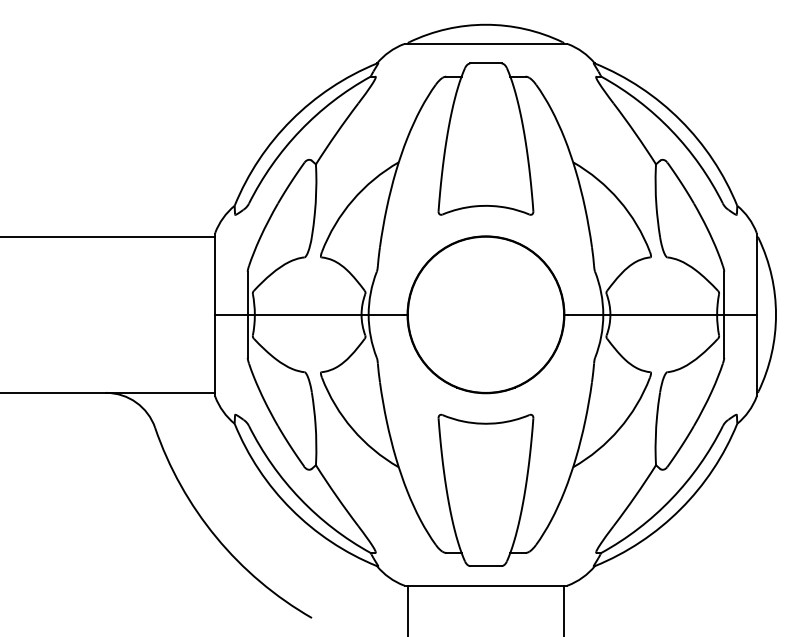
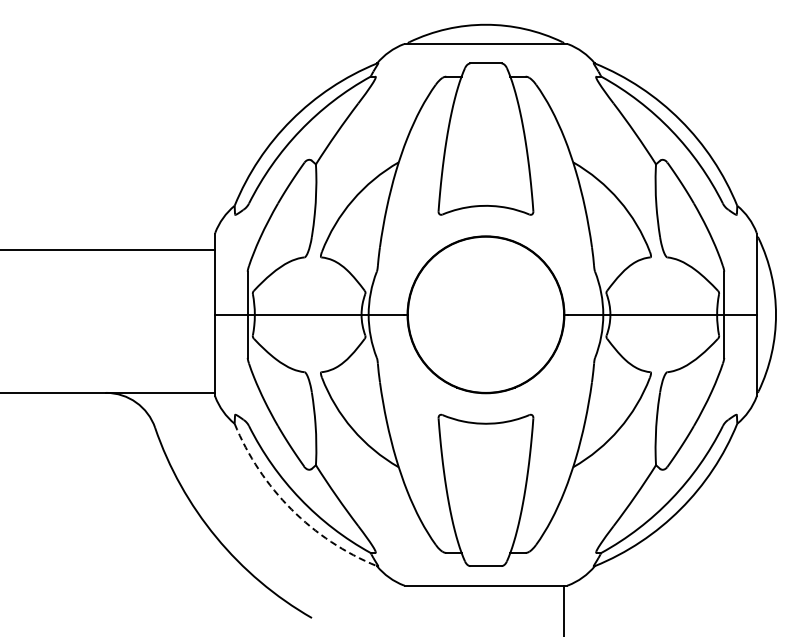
line at (108, 236) position: (108, 236) -> (108, 249)
arc at (291, 509): solid -> dashed
line at (407, 609): present -> none
